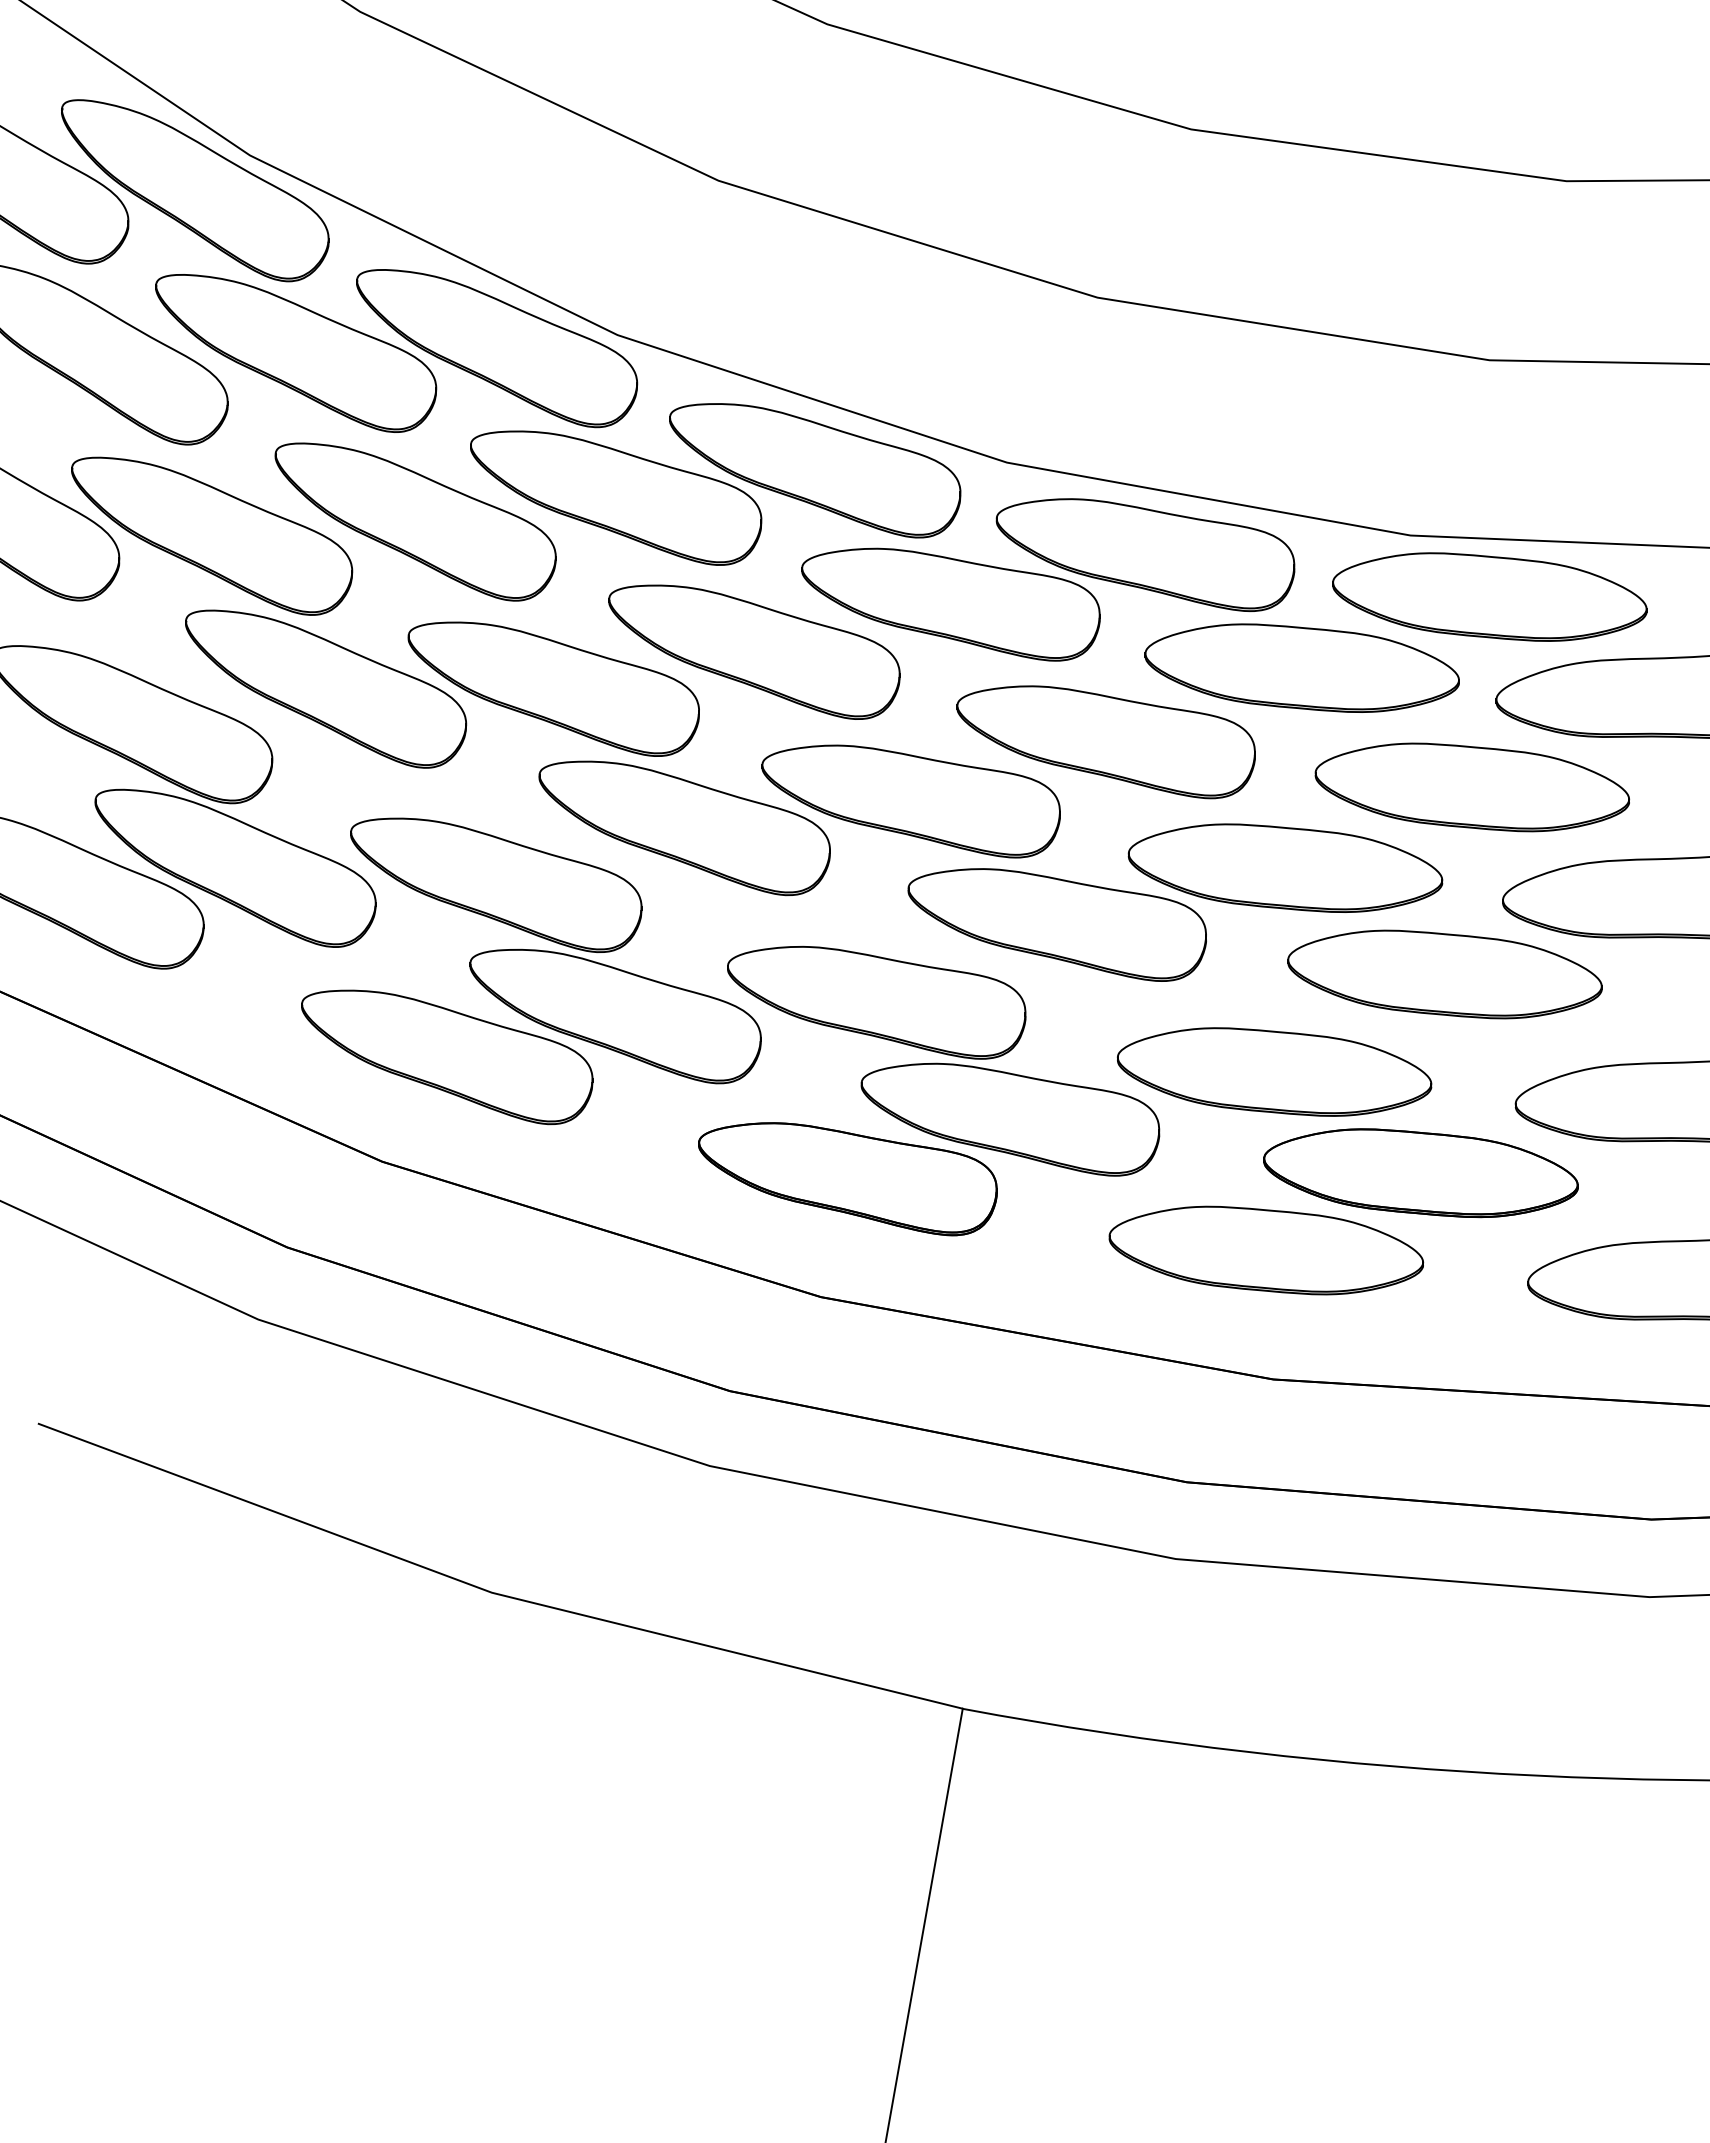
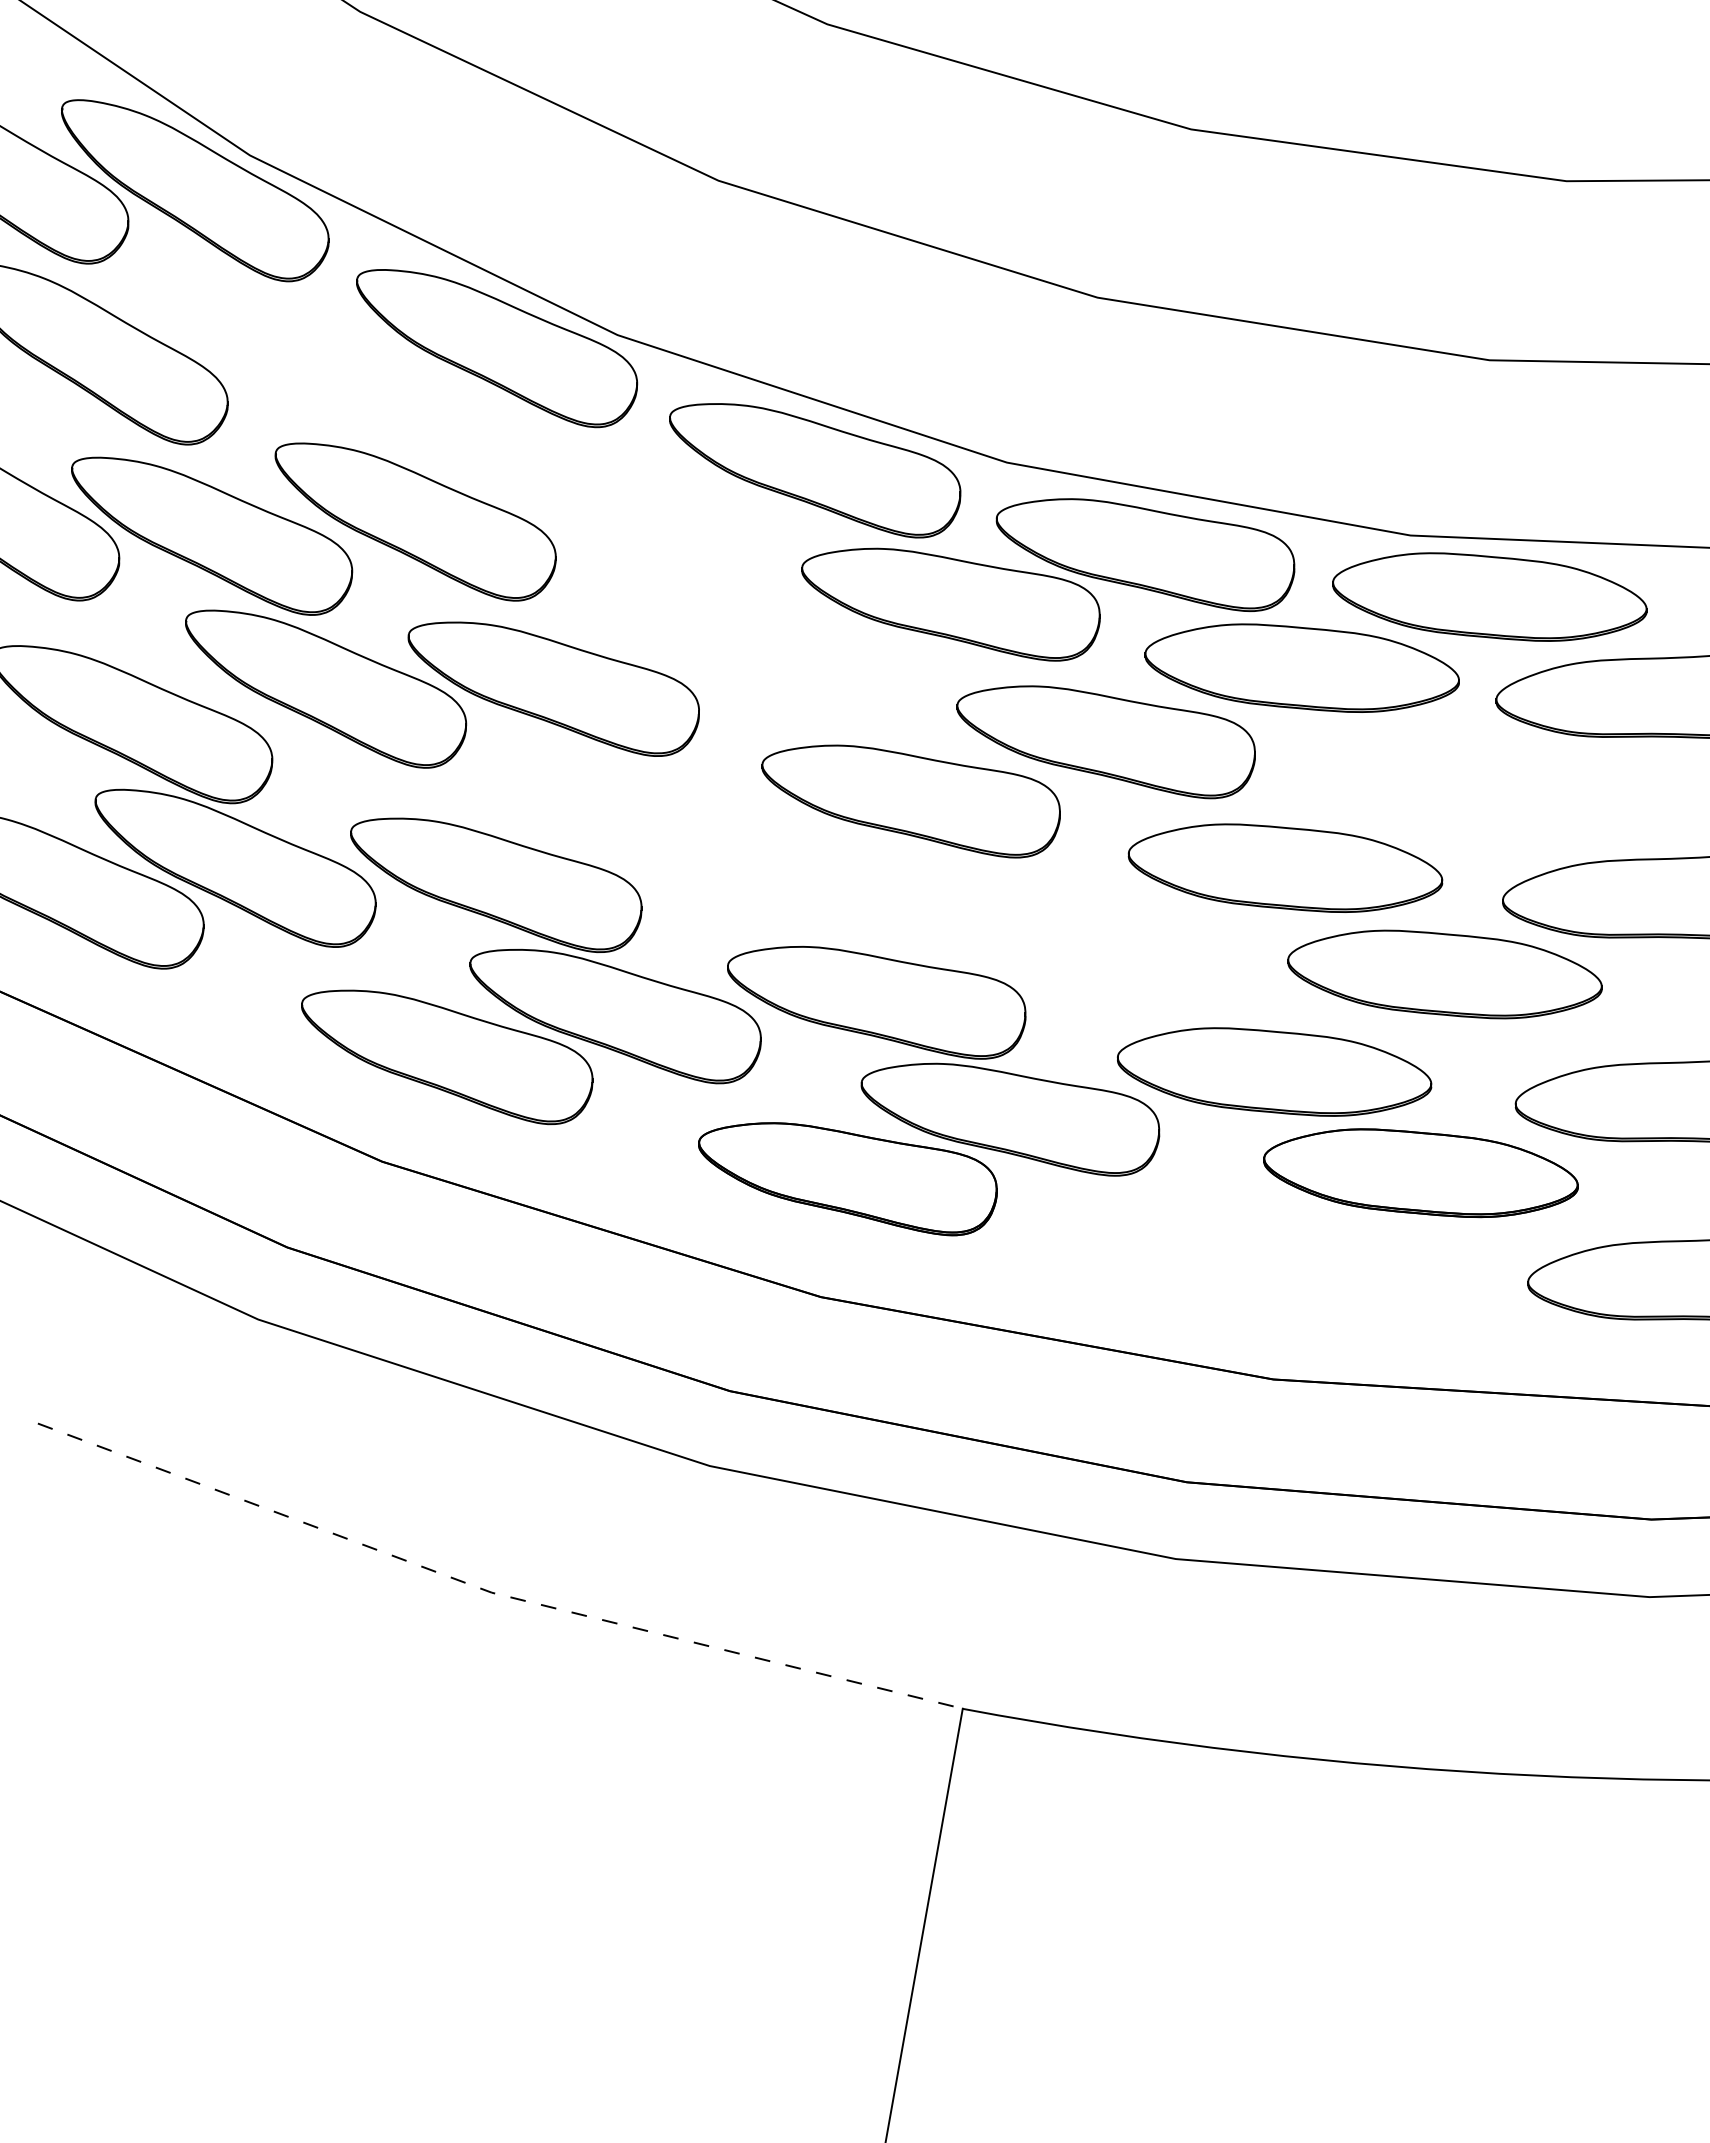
part at (296, 353): present -> none
part at (616, 497): present -> none
part at (754, 651): present -> none
part at (1471, 787): present -> none
part at (684, 828): present -> none
part at (1056, 924): present -> none
part at (1266, 1250): present -> none
line at (491, 1592): solid -> dashed
